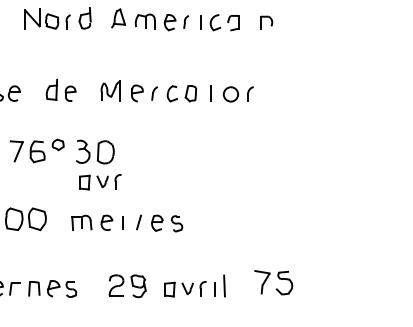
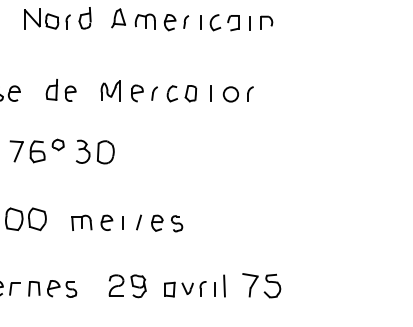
line at (249, 23): none -> present
part at (100, 182): present -> none
part at (277, 277) position: (277, 277) -> (265, 280)
